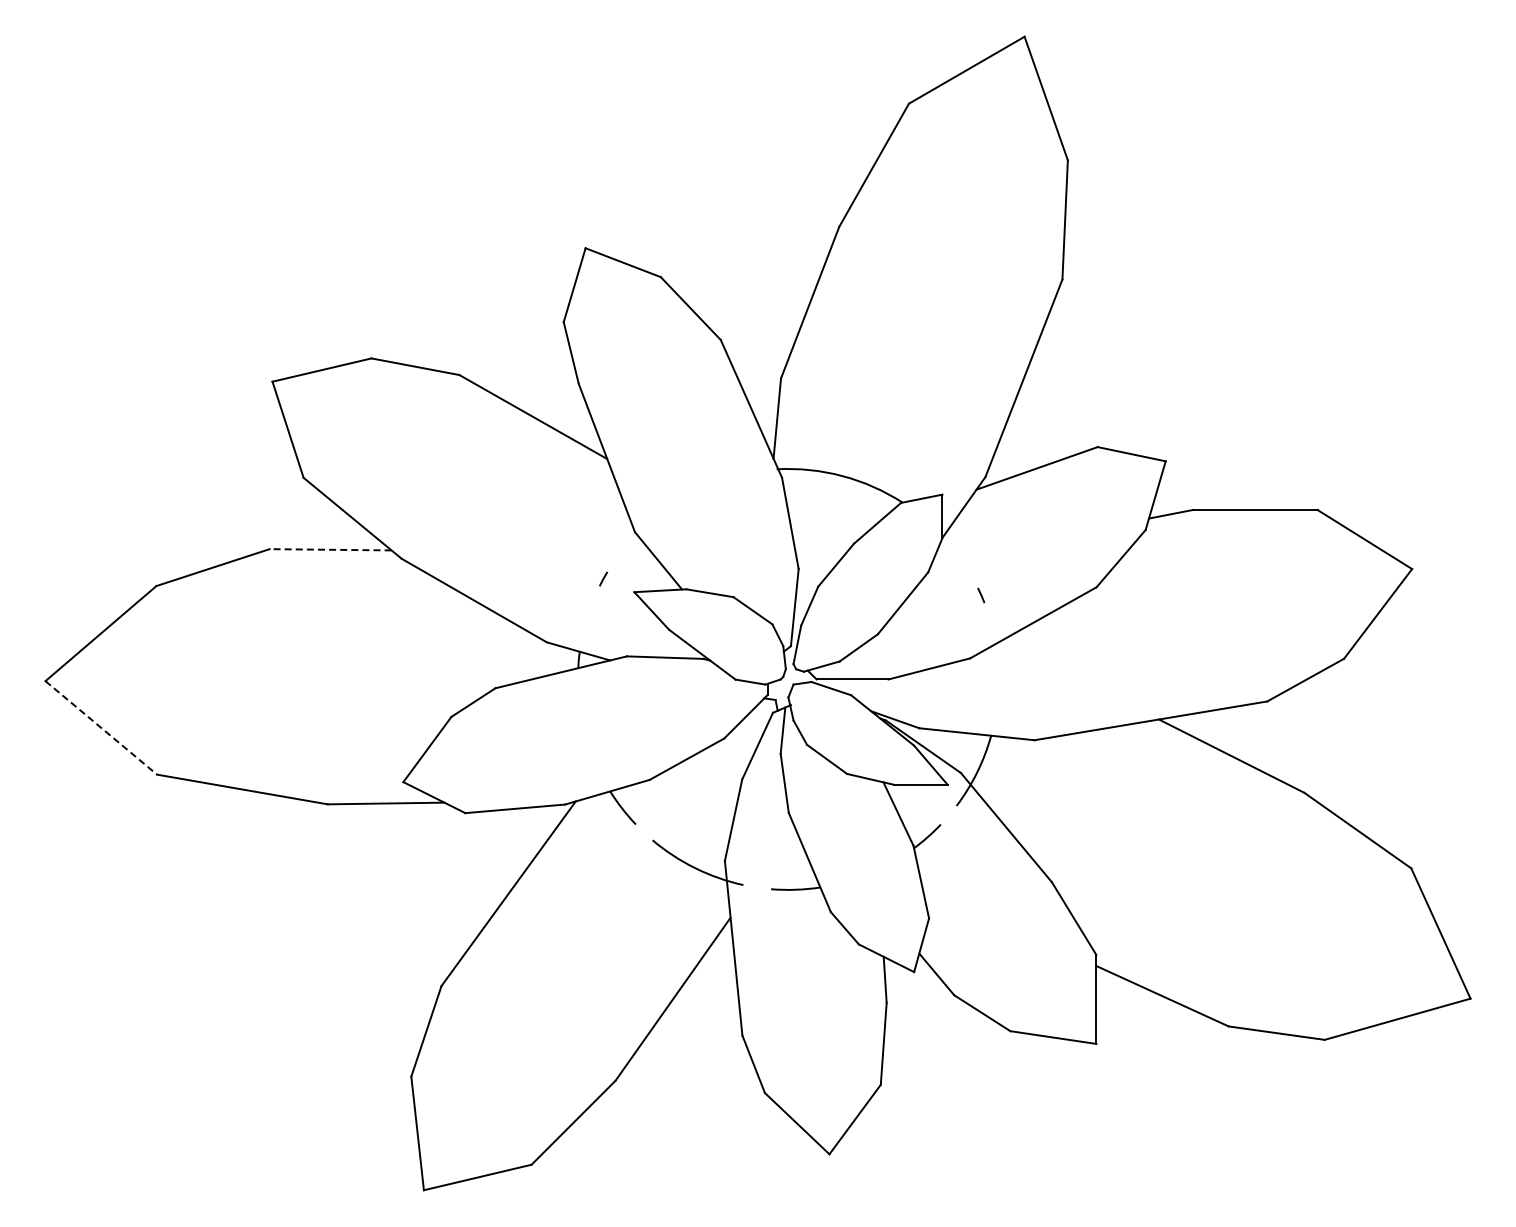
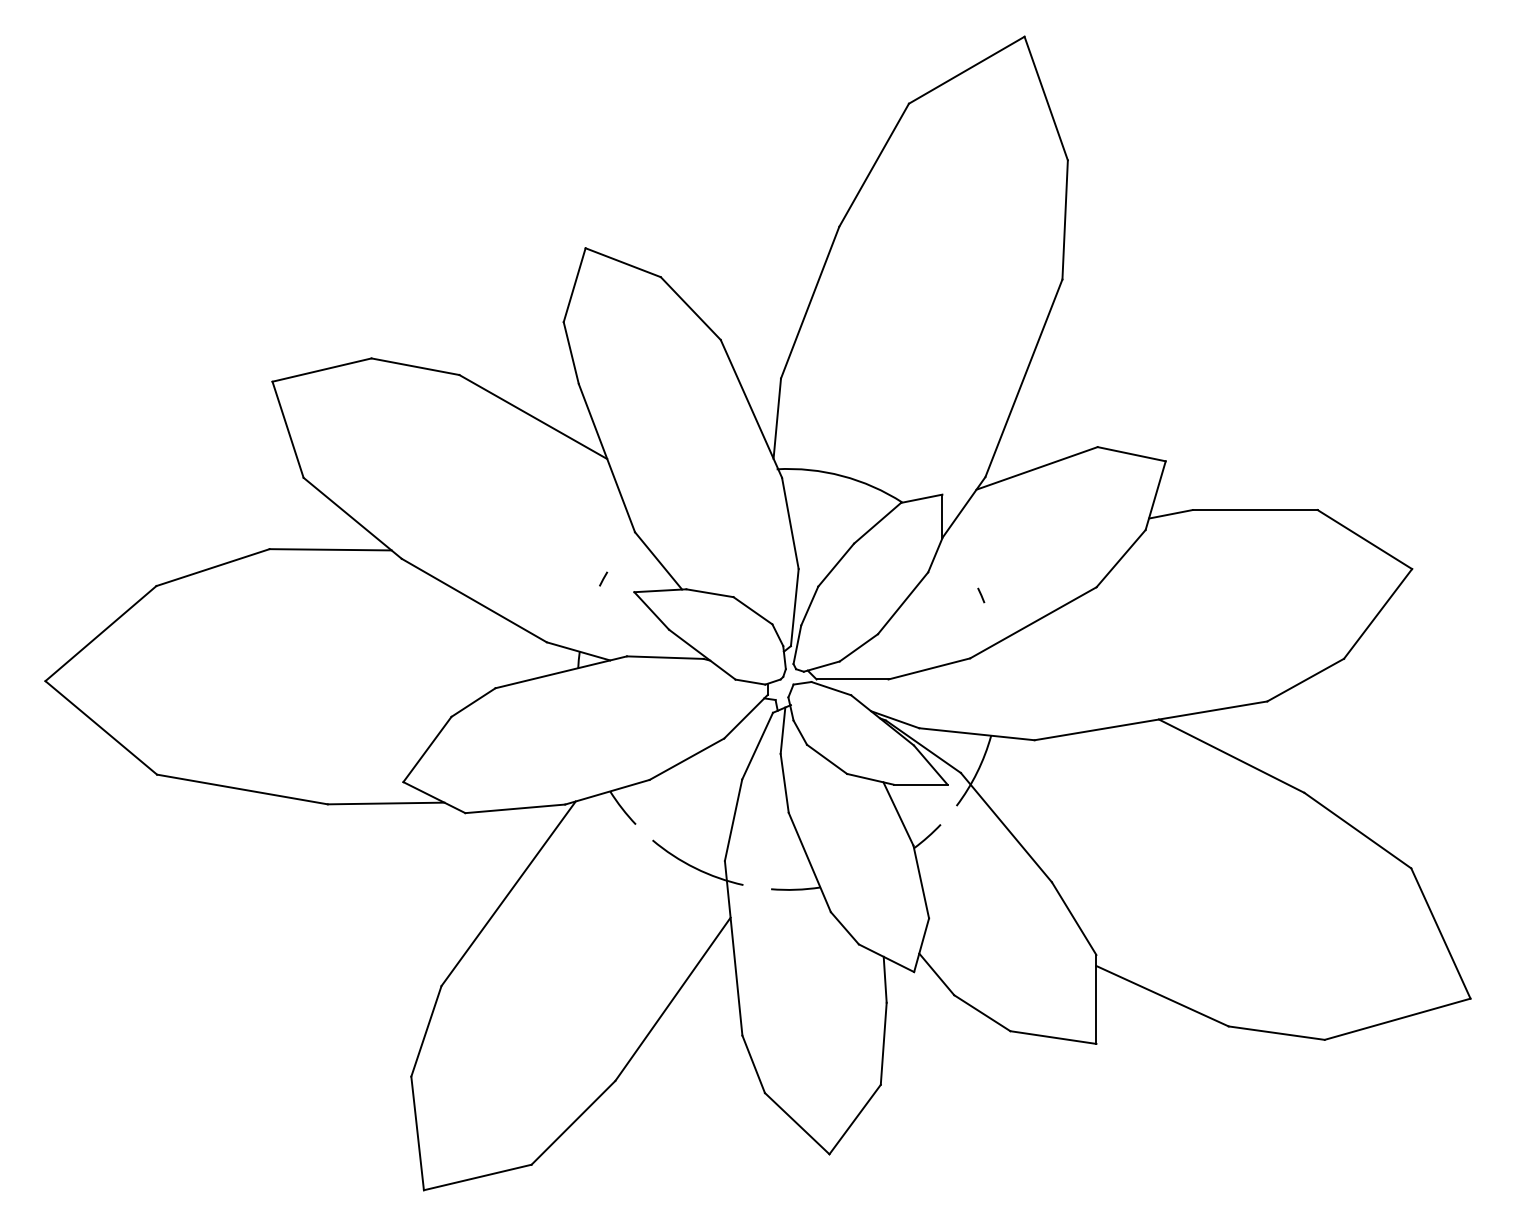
line at (330, 549): dashed -> solid
line at (101, 727): dashed -> solid
